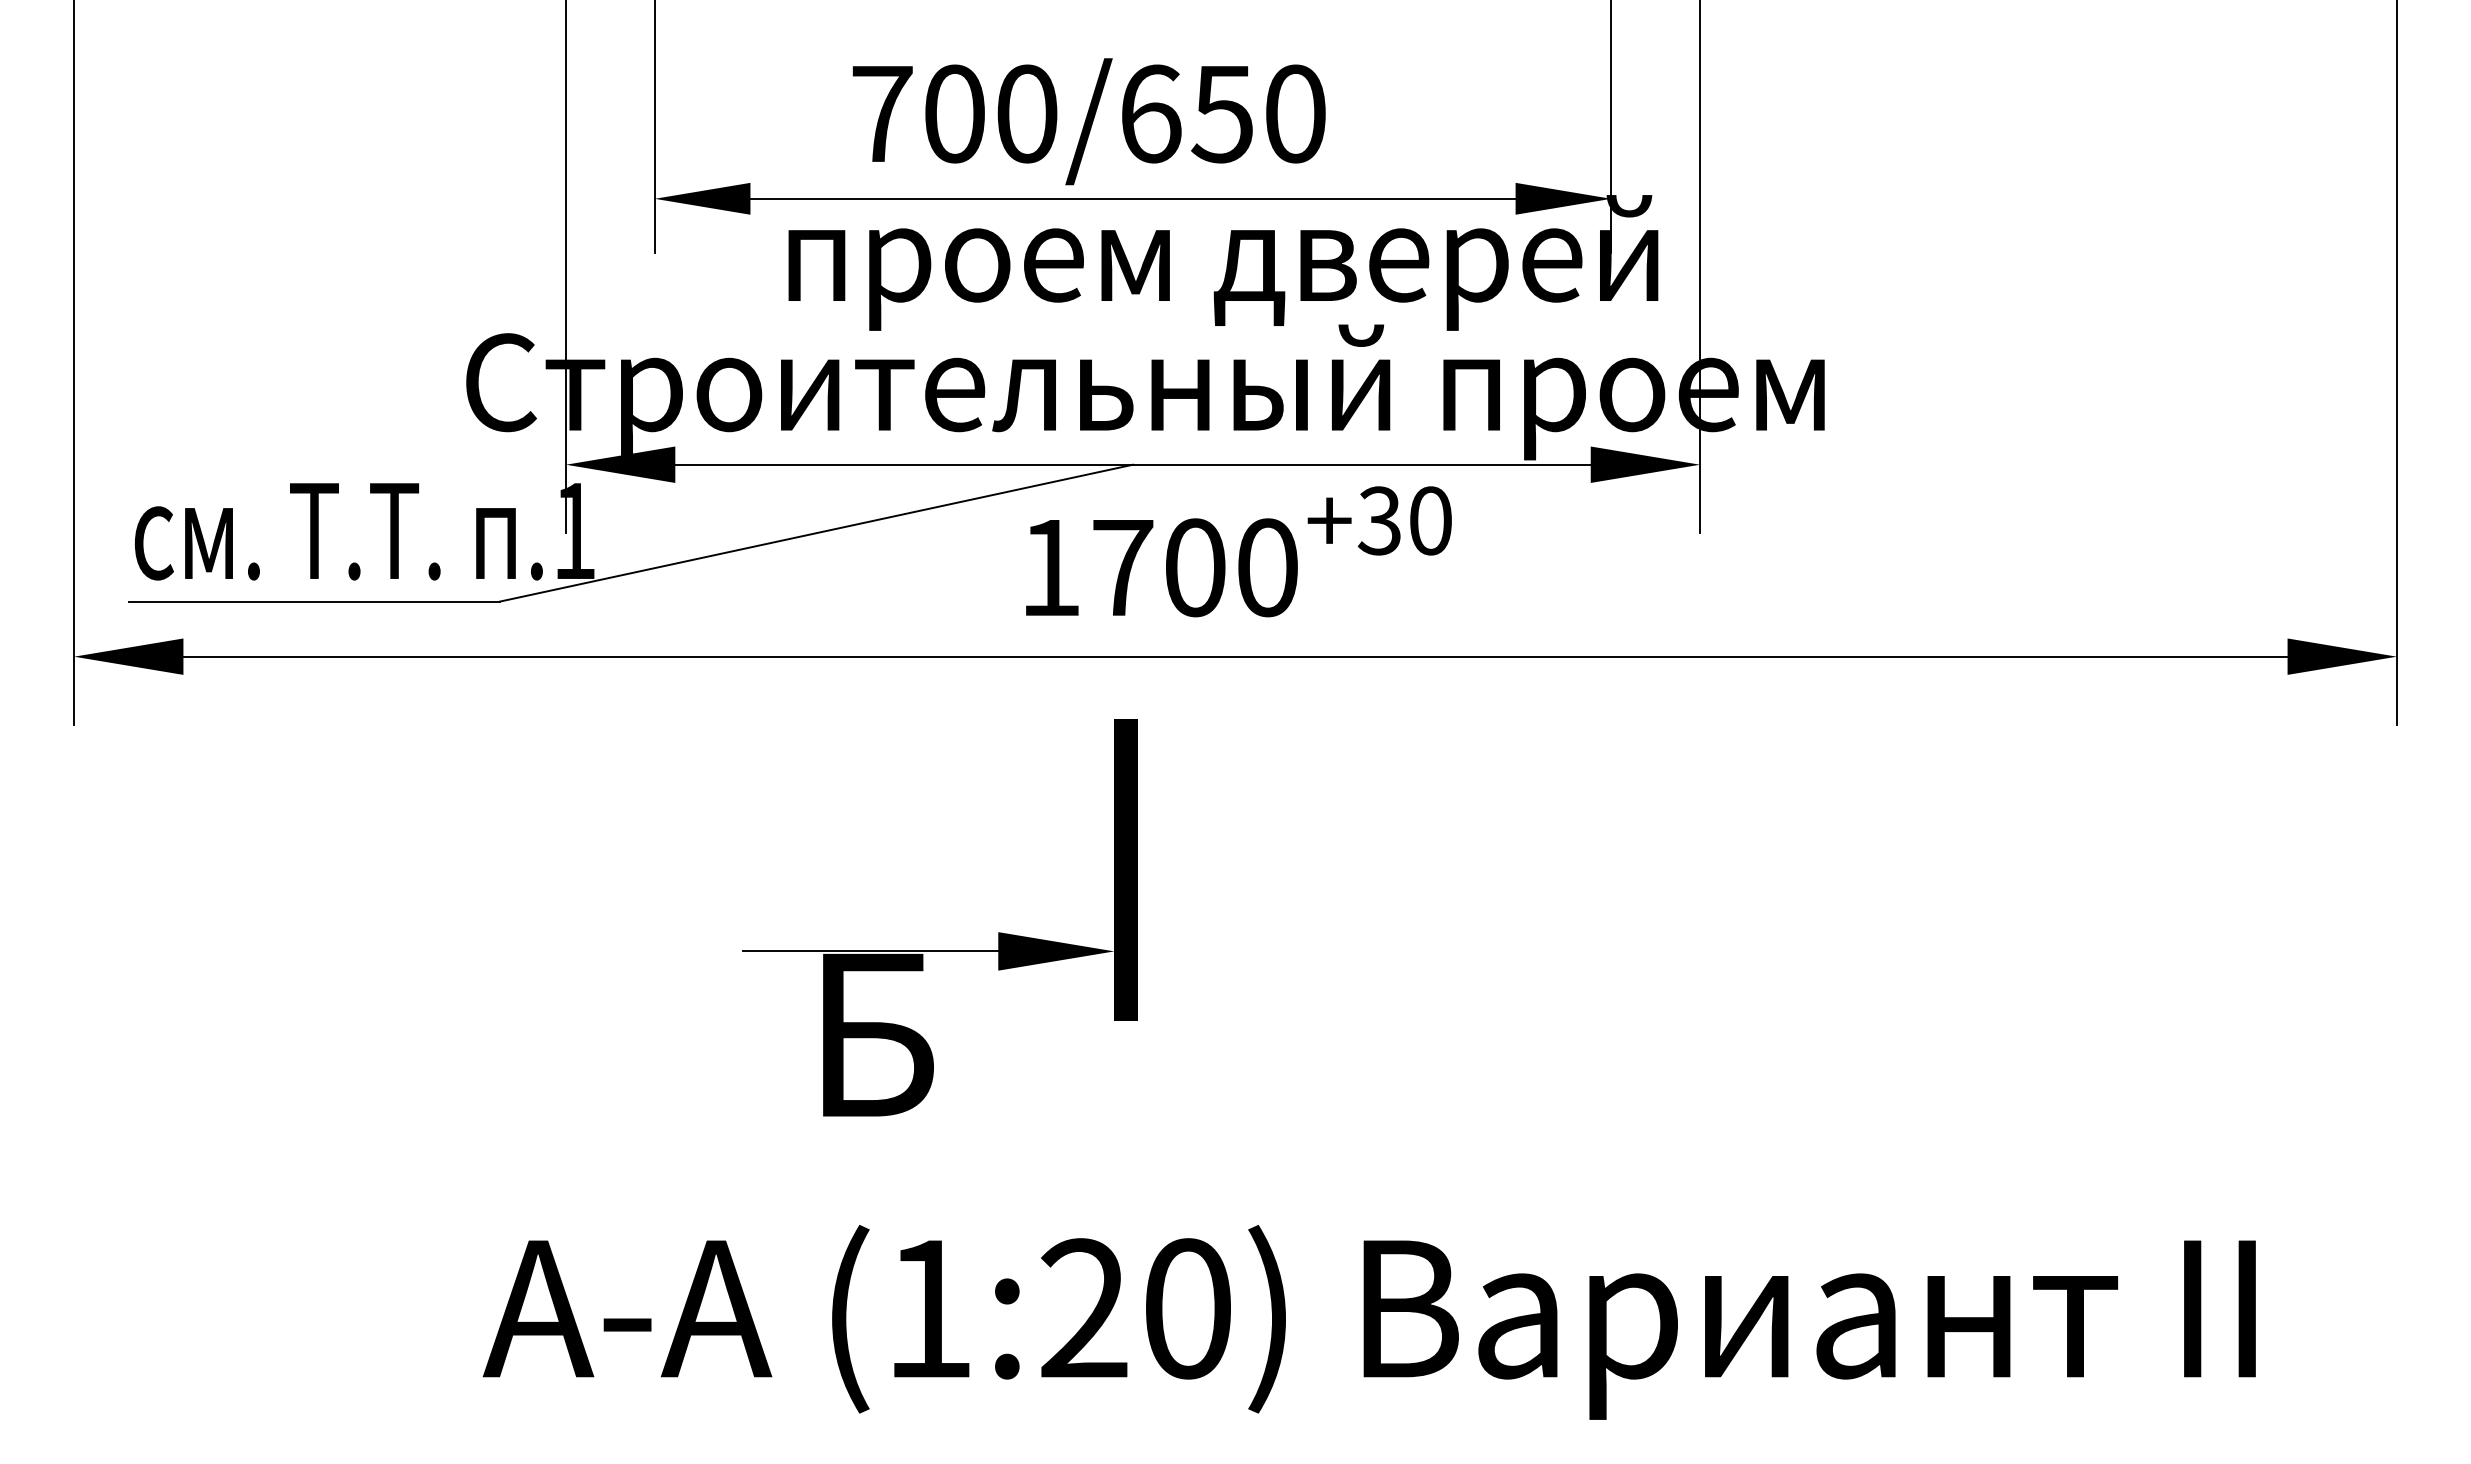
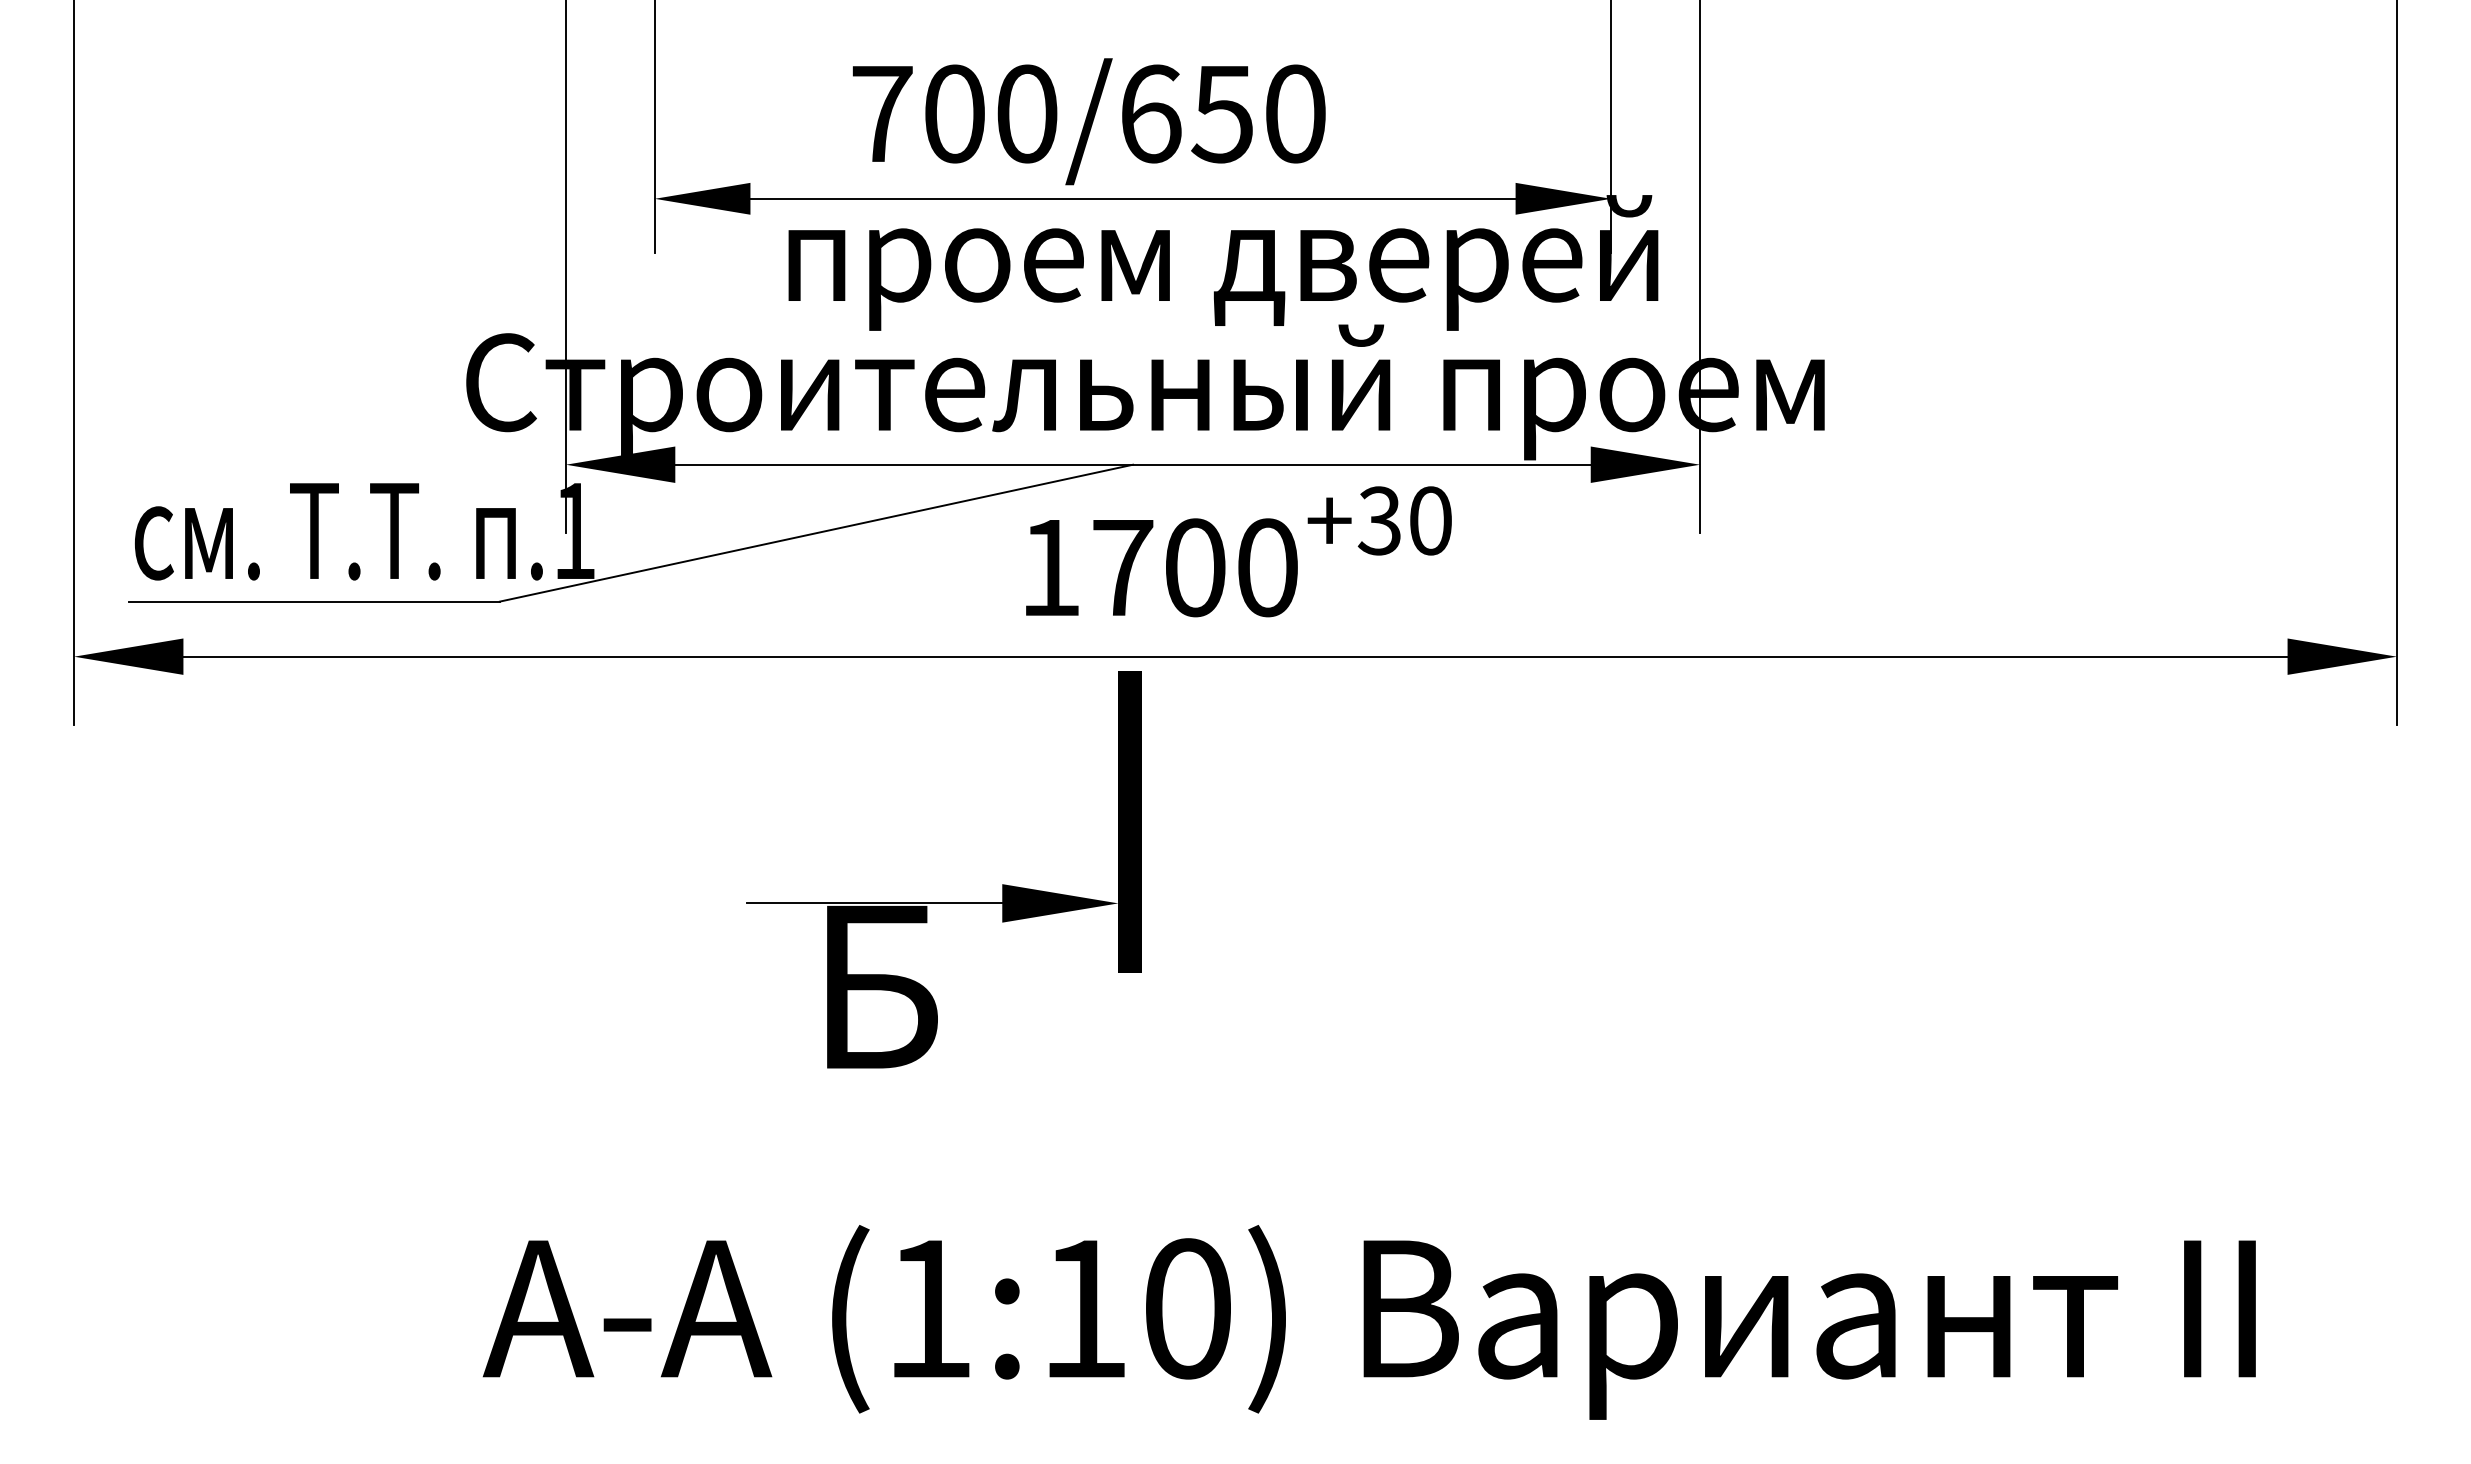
part at (939, 950) position: (939, 950) -> (943, 902)
text at (1084, 1307): (1:20) -> (1:10)
